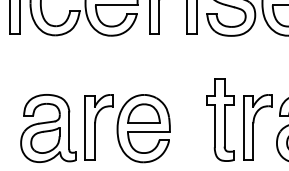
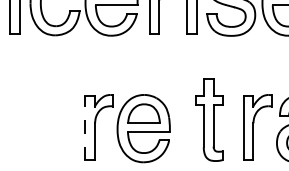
part at (220, 119) position: (220, 119) -> (209, 119)
part at (48, 128): present -> none
line at (85, 128): solid -> dashed
